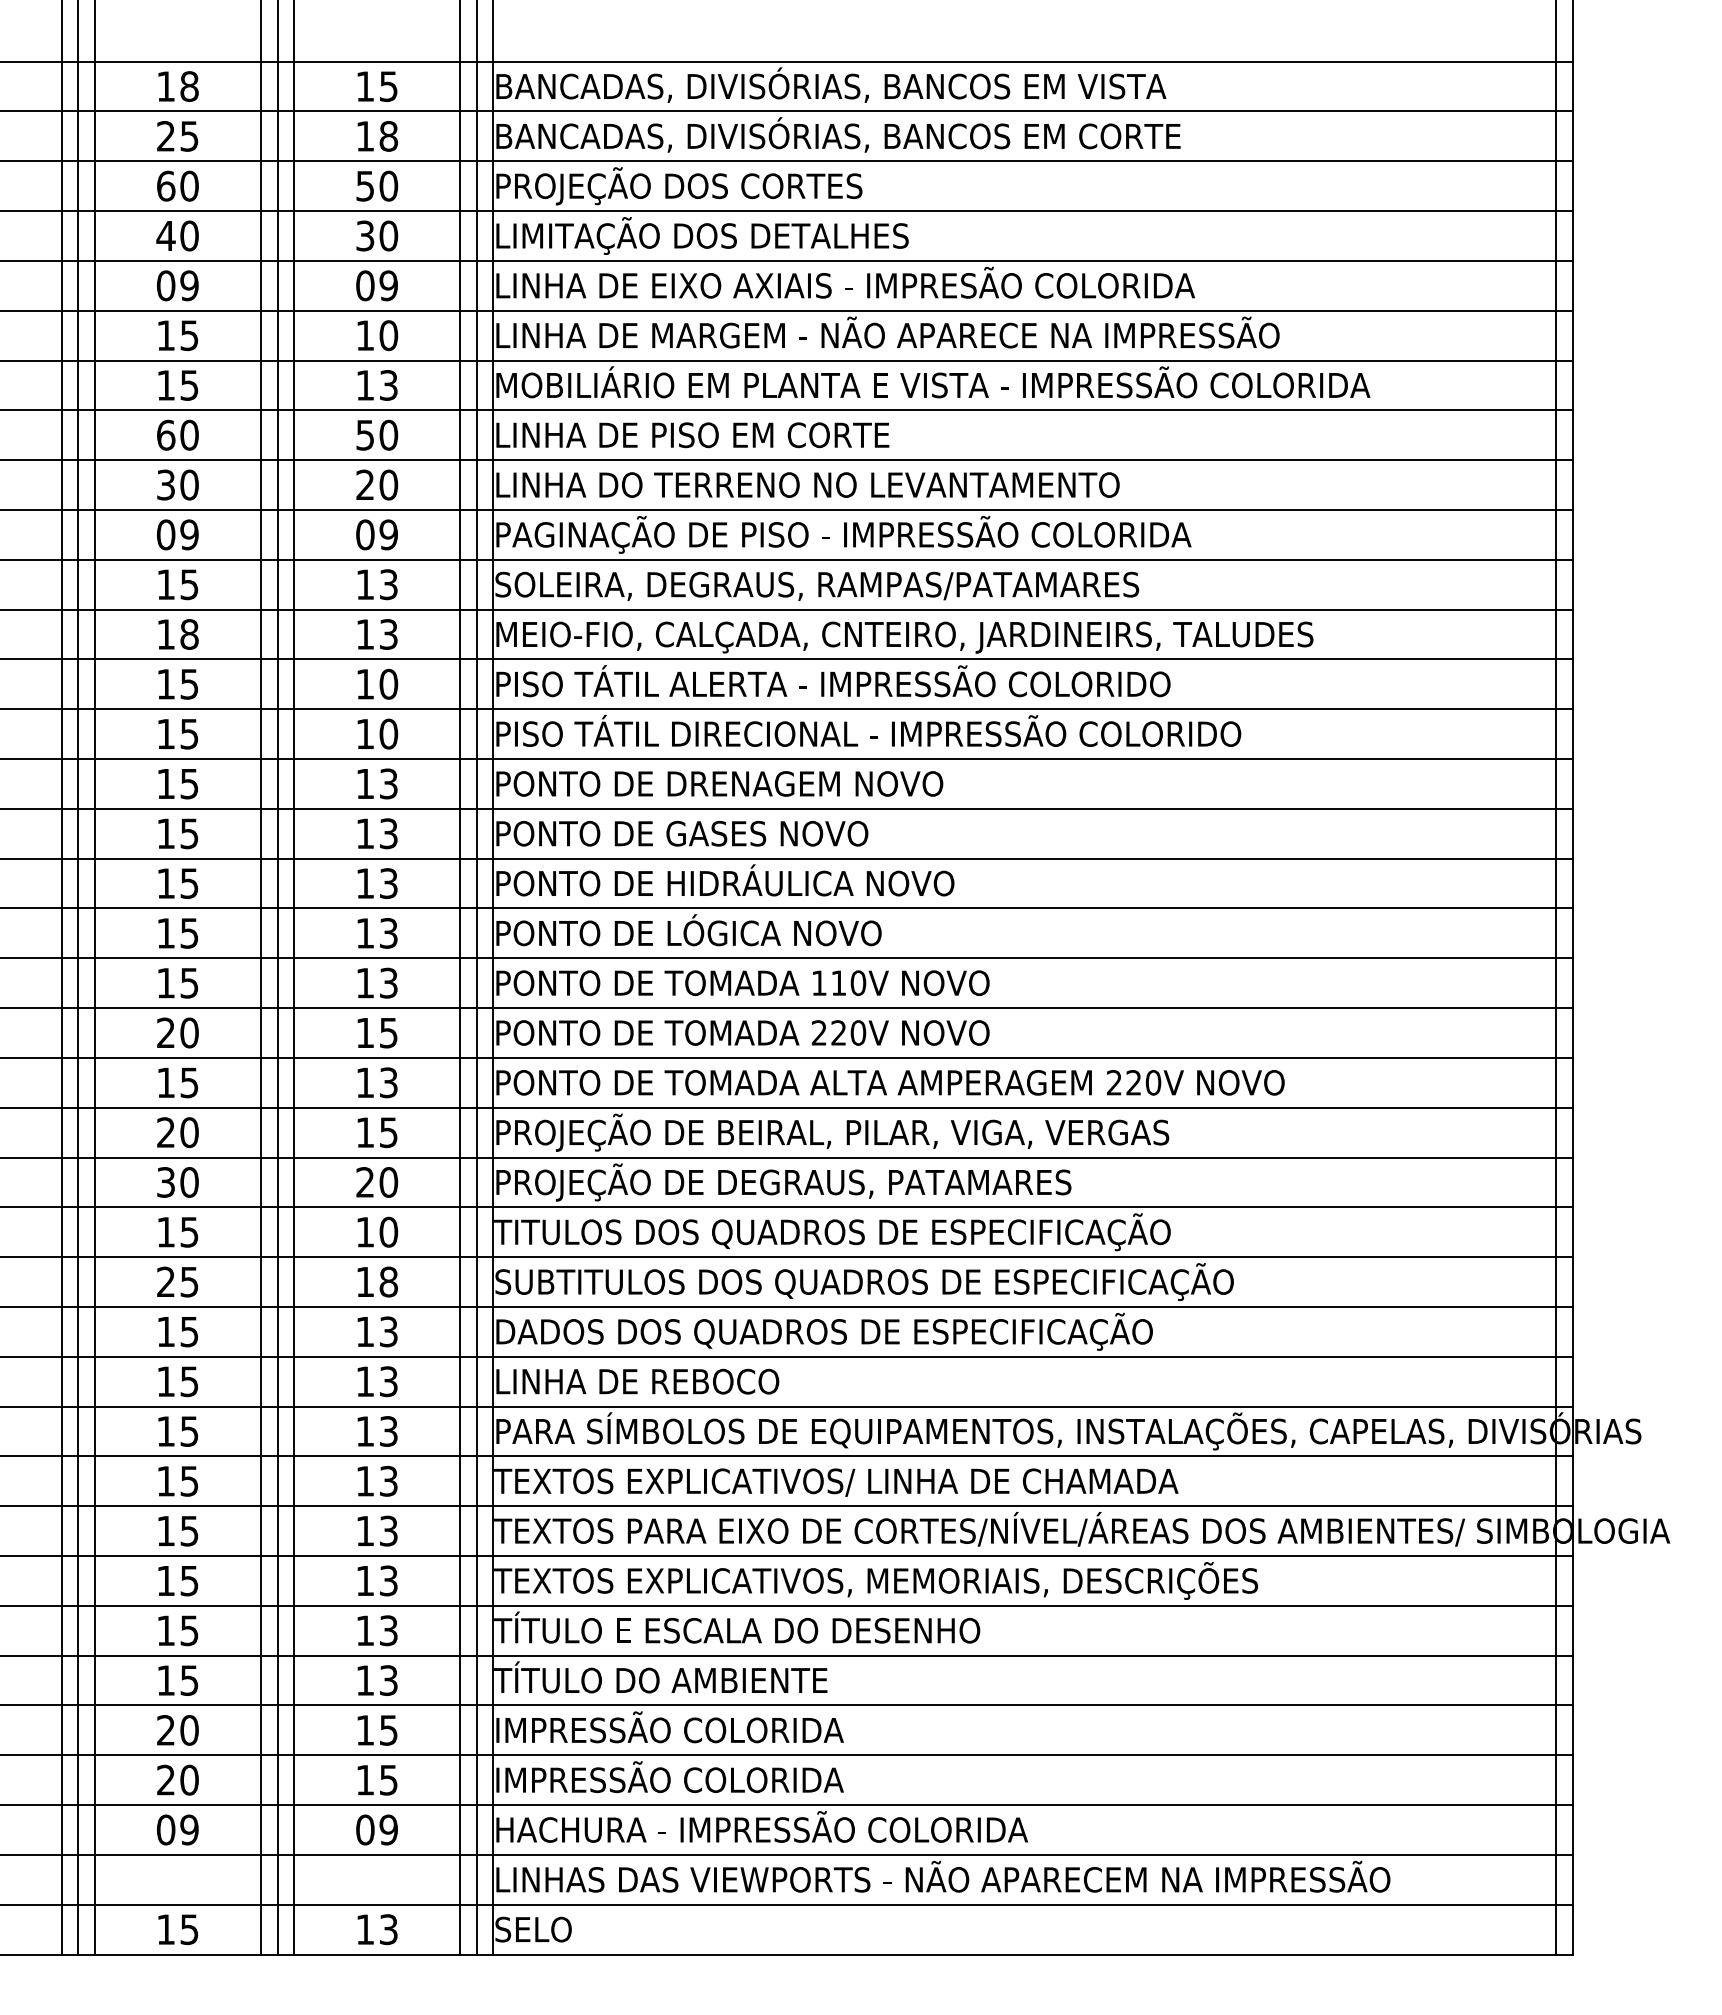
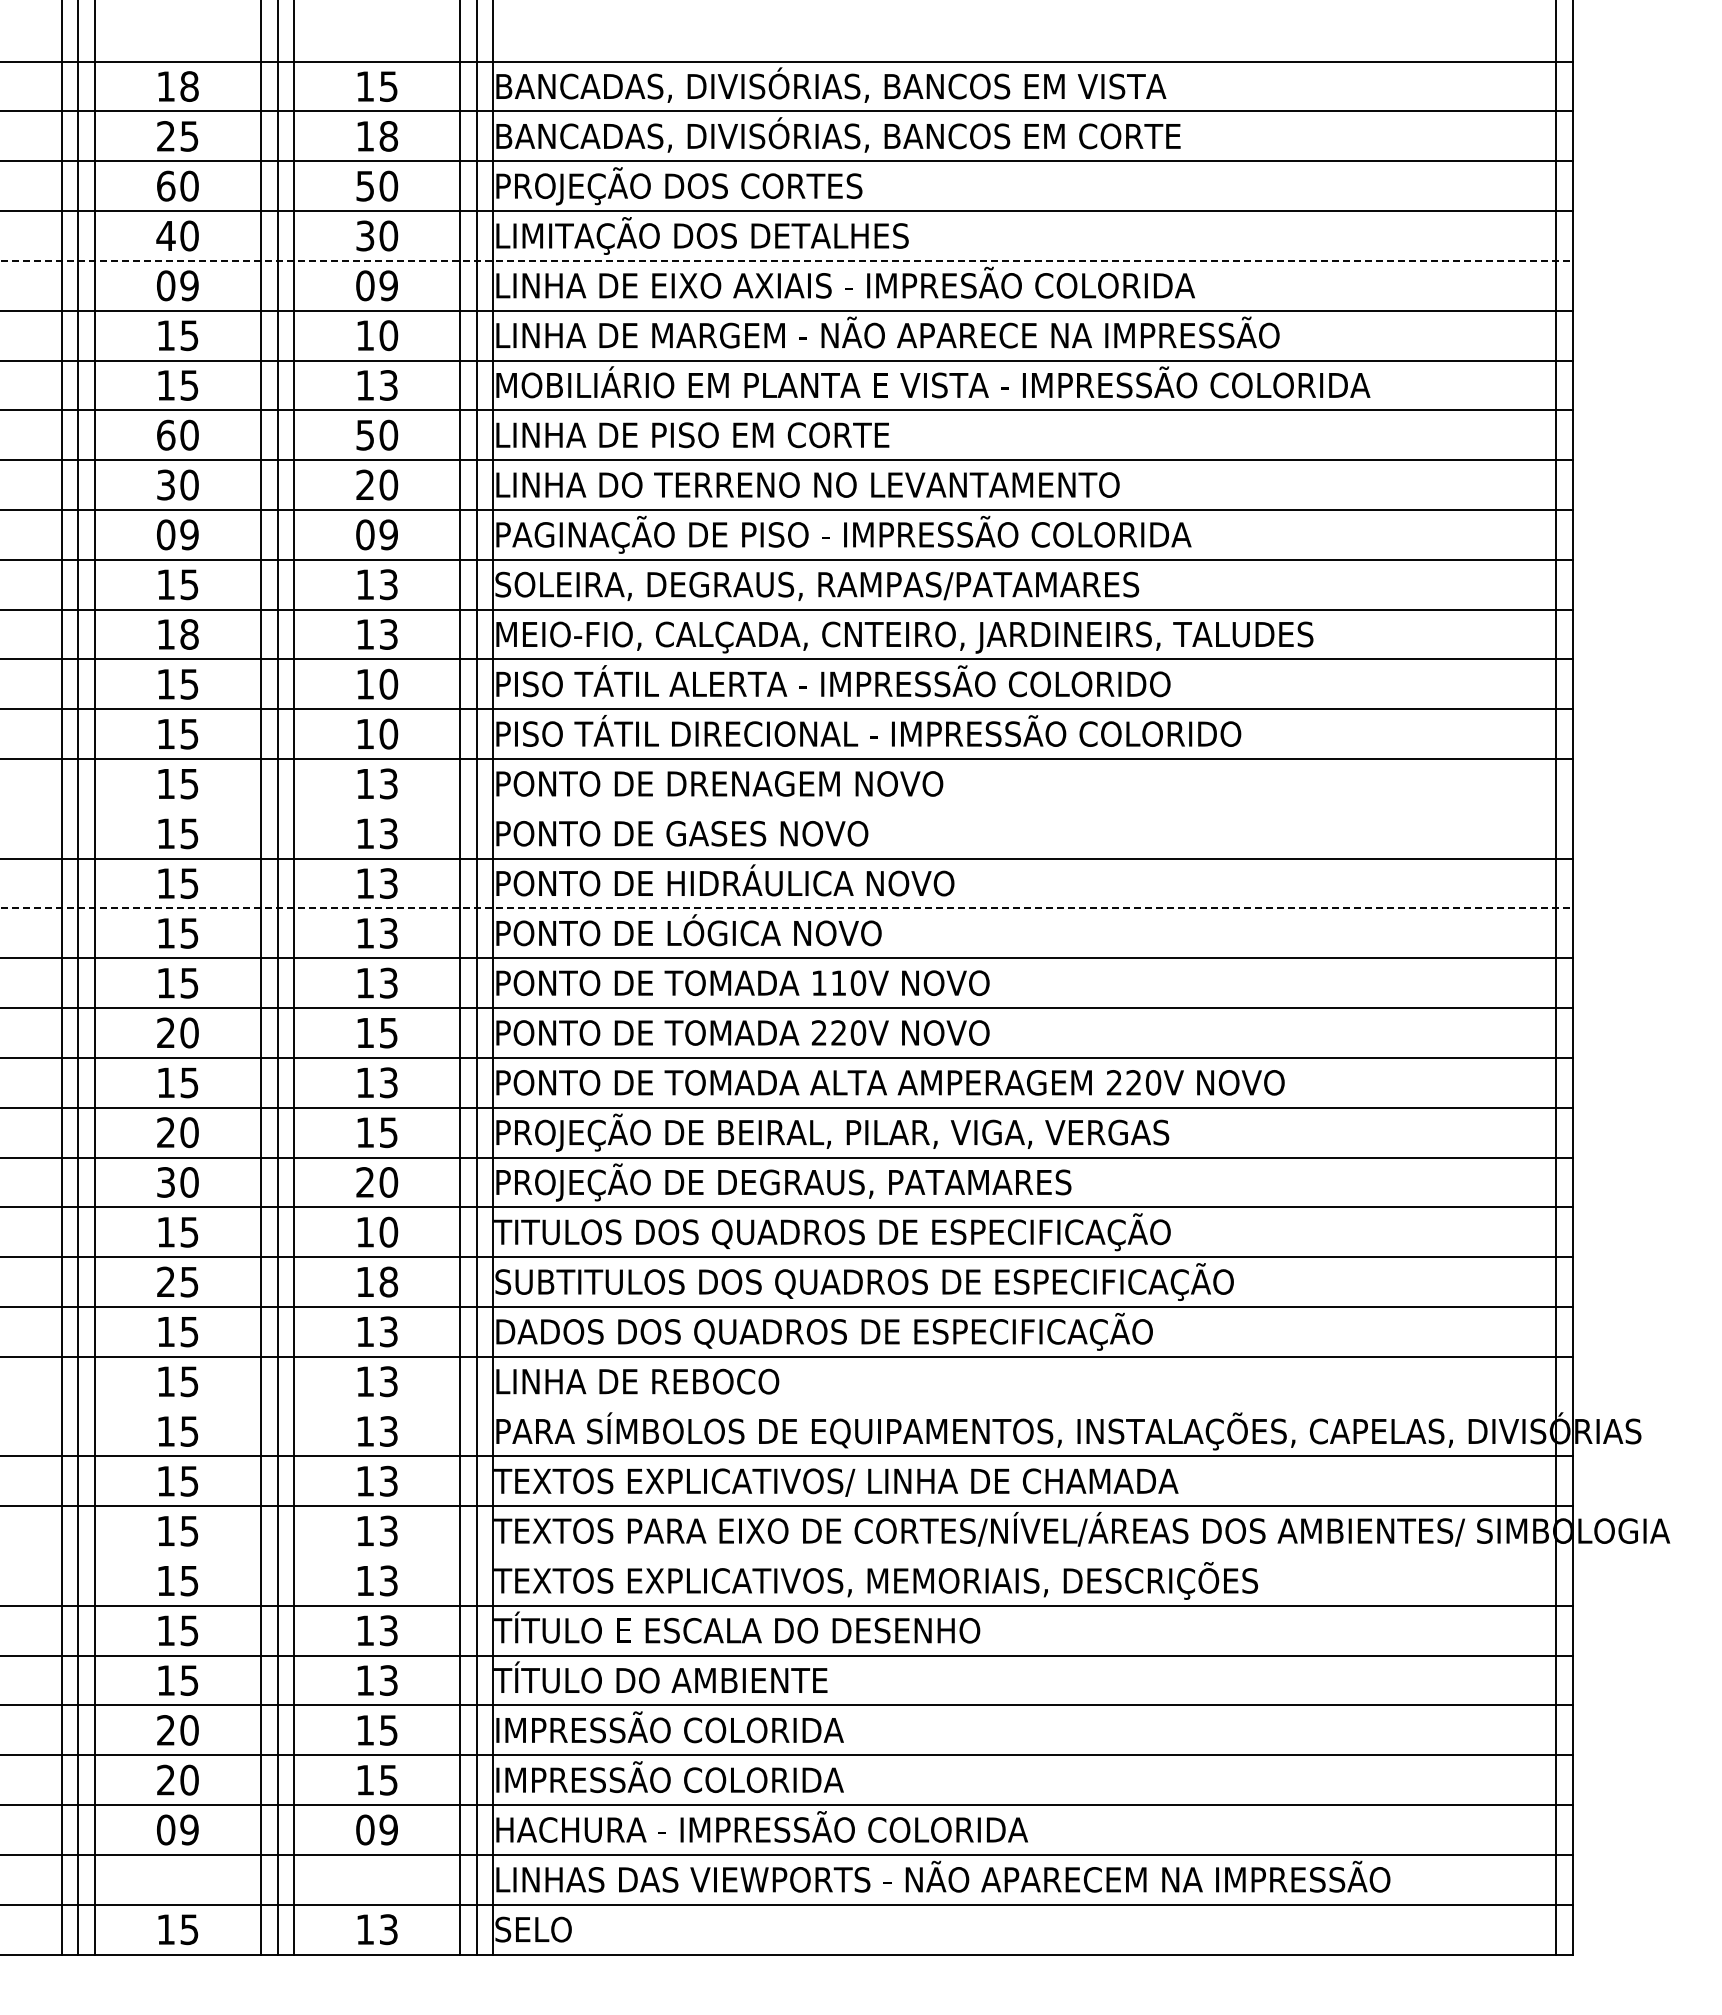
line at (786, 260): solid -> dashed
line at (787, 808): present -> none
line at (786, 908): solid -> dashed
line at (787, 1406): present -> none
line at (787, 1556): present -> none
